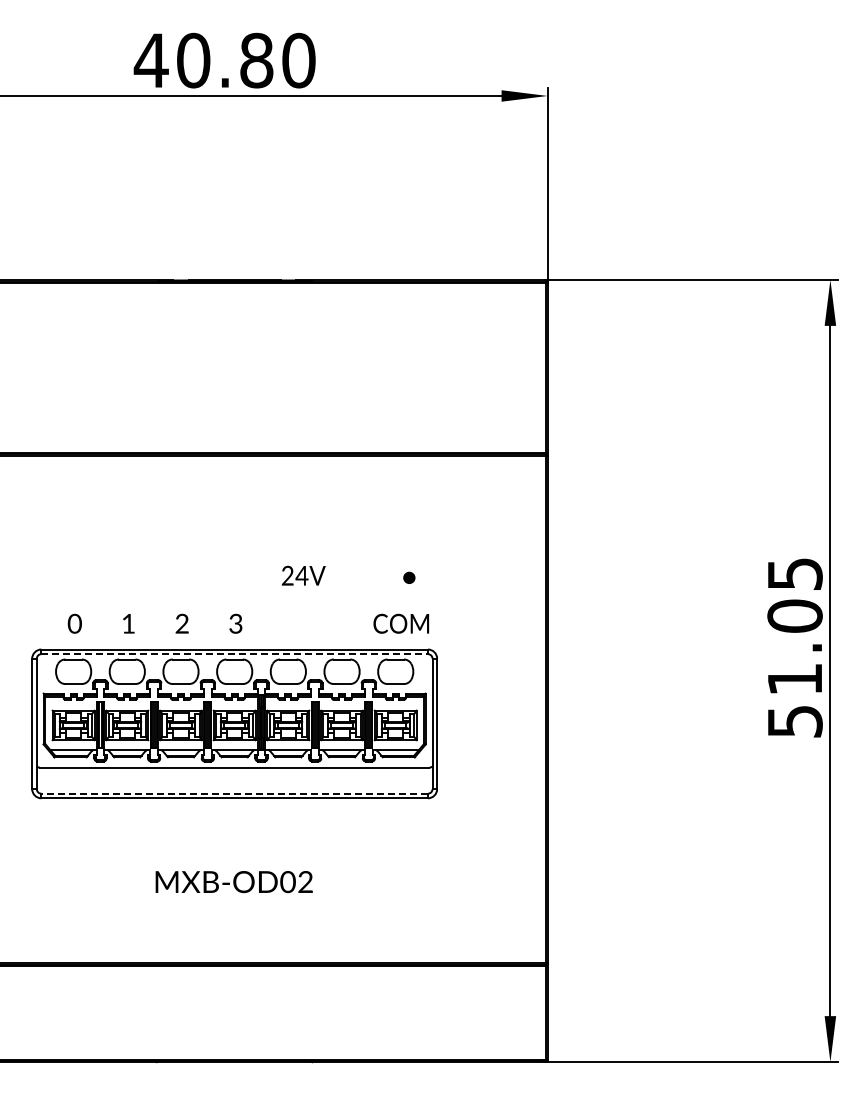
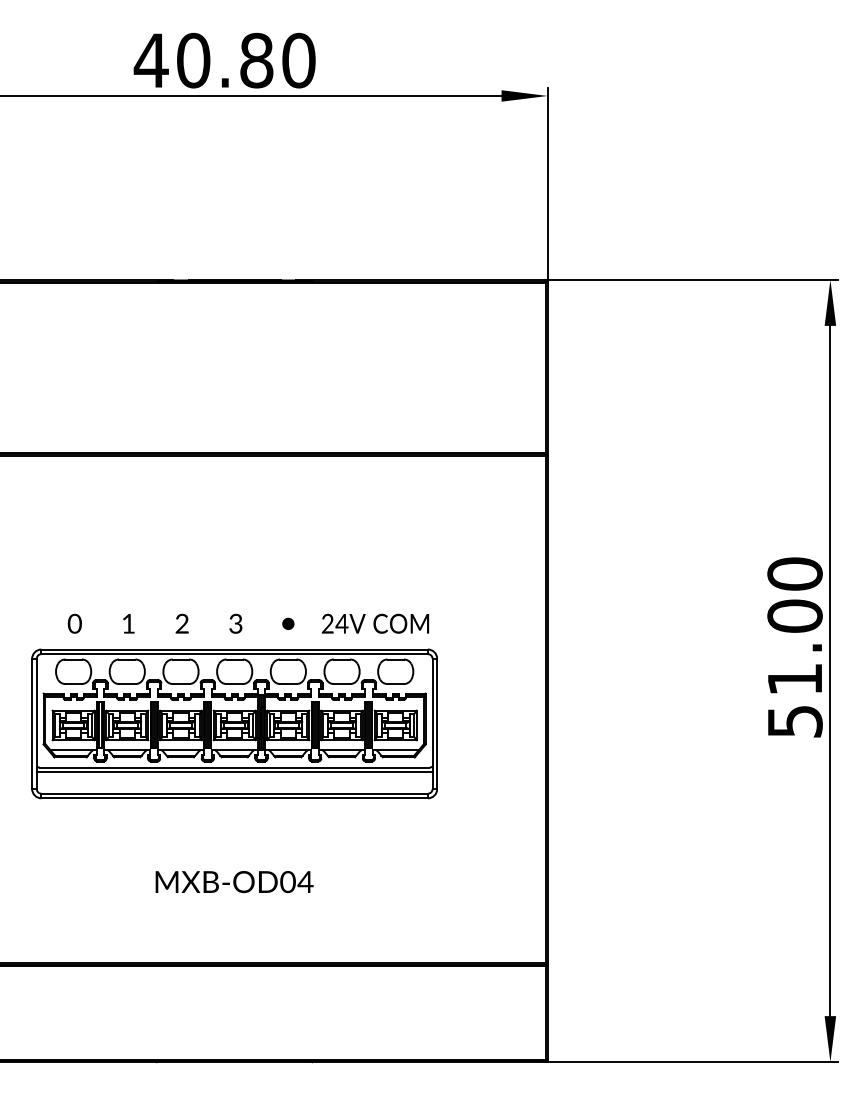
text at (794, 573): 51.05 -> 51.00
text at (303, 575) position: (303, 575) -> (343, 623)
part at (409, 577) position: (409, 577) -> (288, 623)
line at (235, 654): dashed -> solid
line at (234, 772): none -> present
line at (234, 793): dashed -> solid
text at (305, 881): MXB-OD02 -> MXB-OD04
